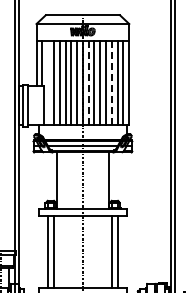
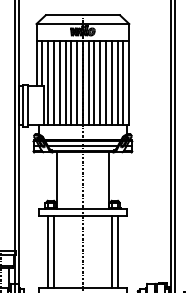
line at (88, 82): dashed -> solid
line at (111, 82): dashed -> solid
line at (48, 83): none -> present
